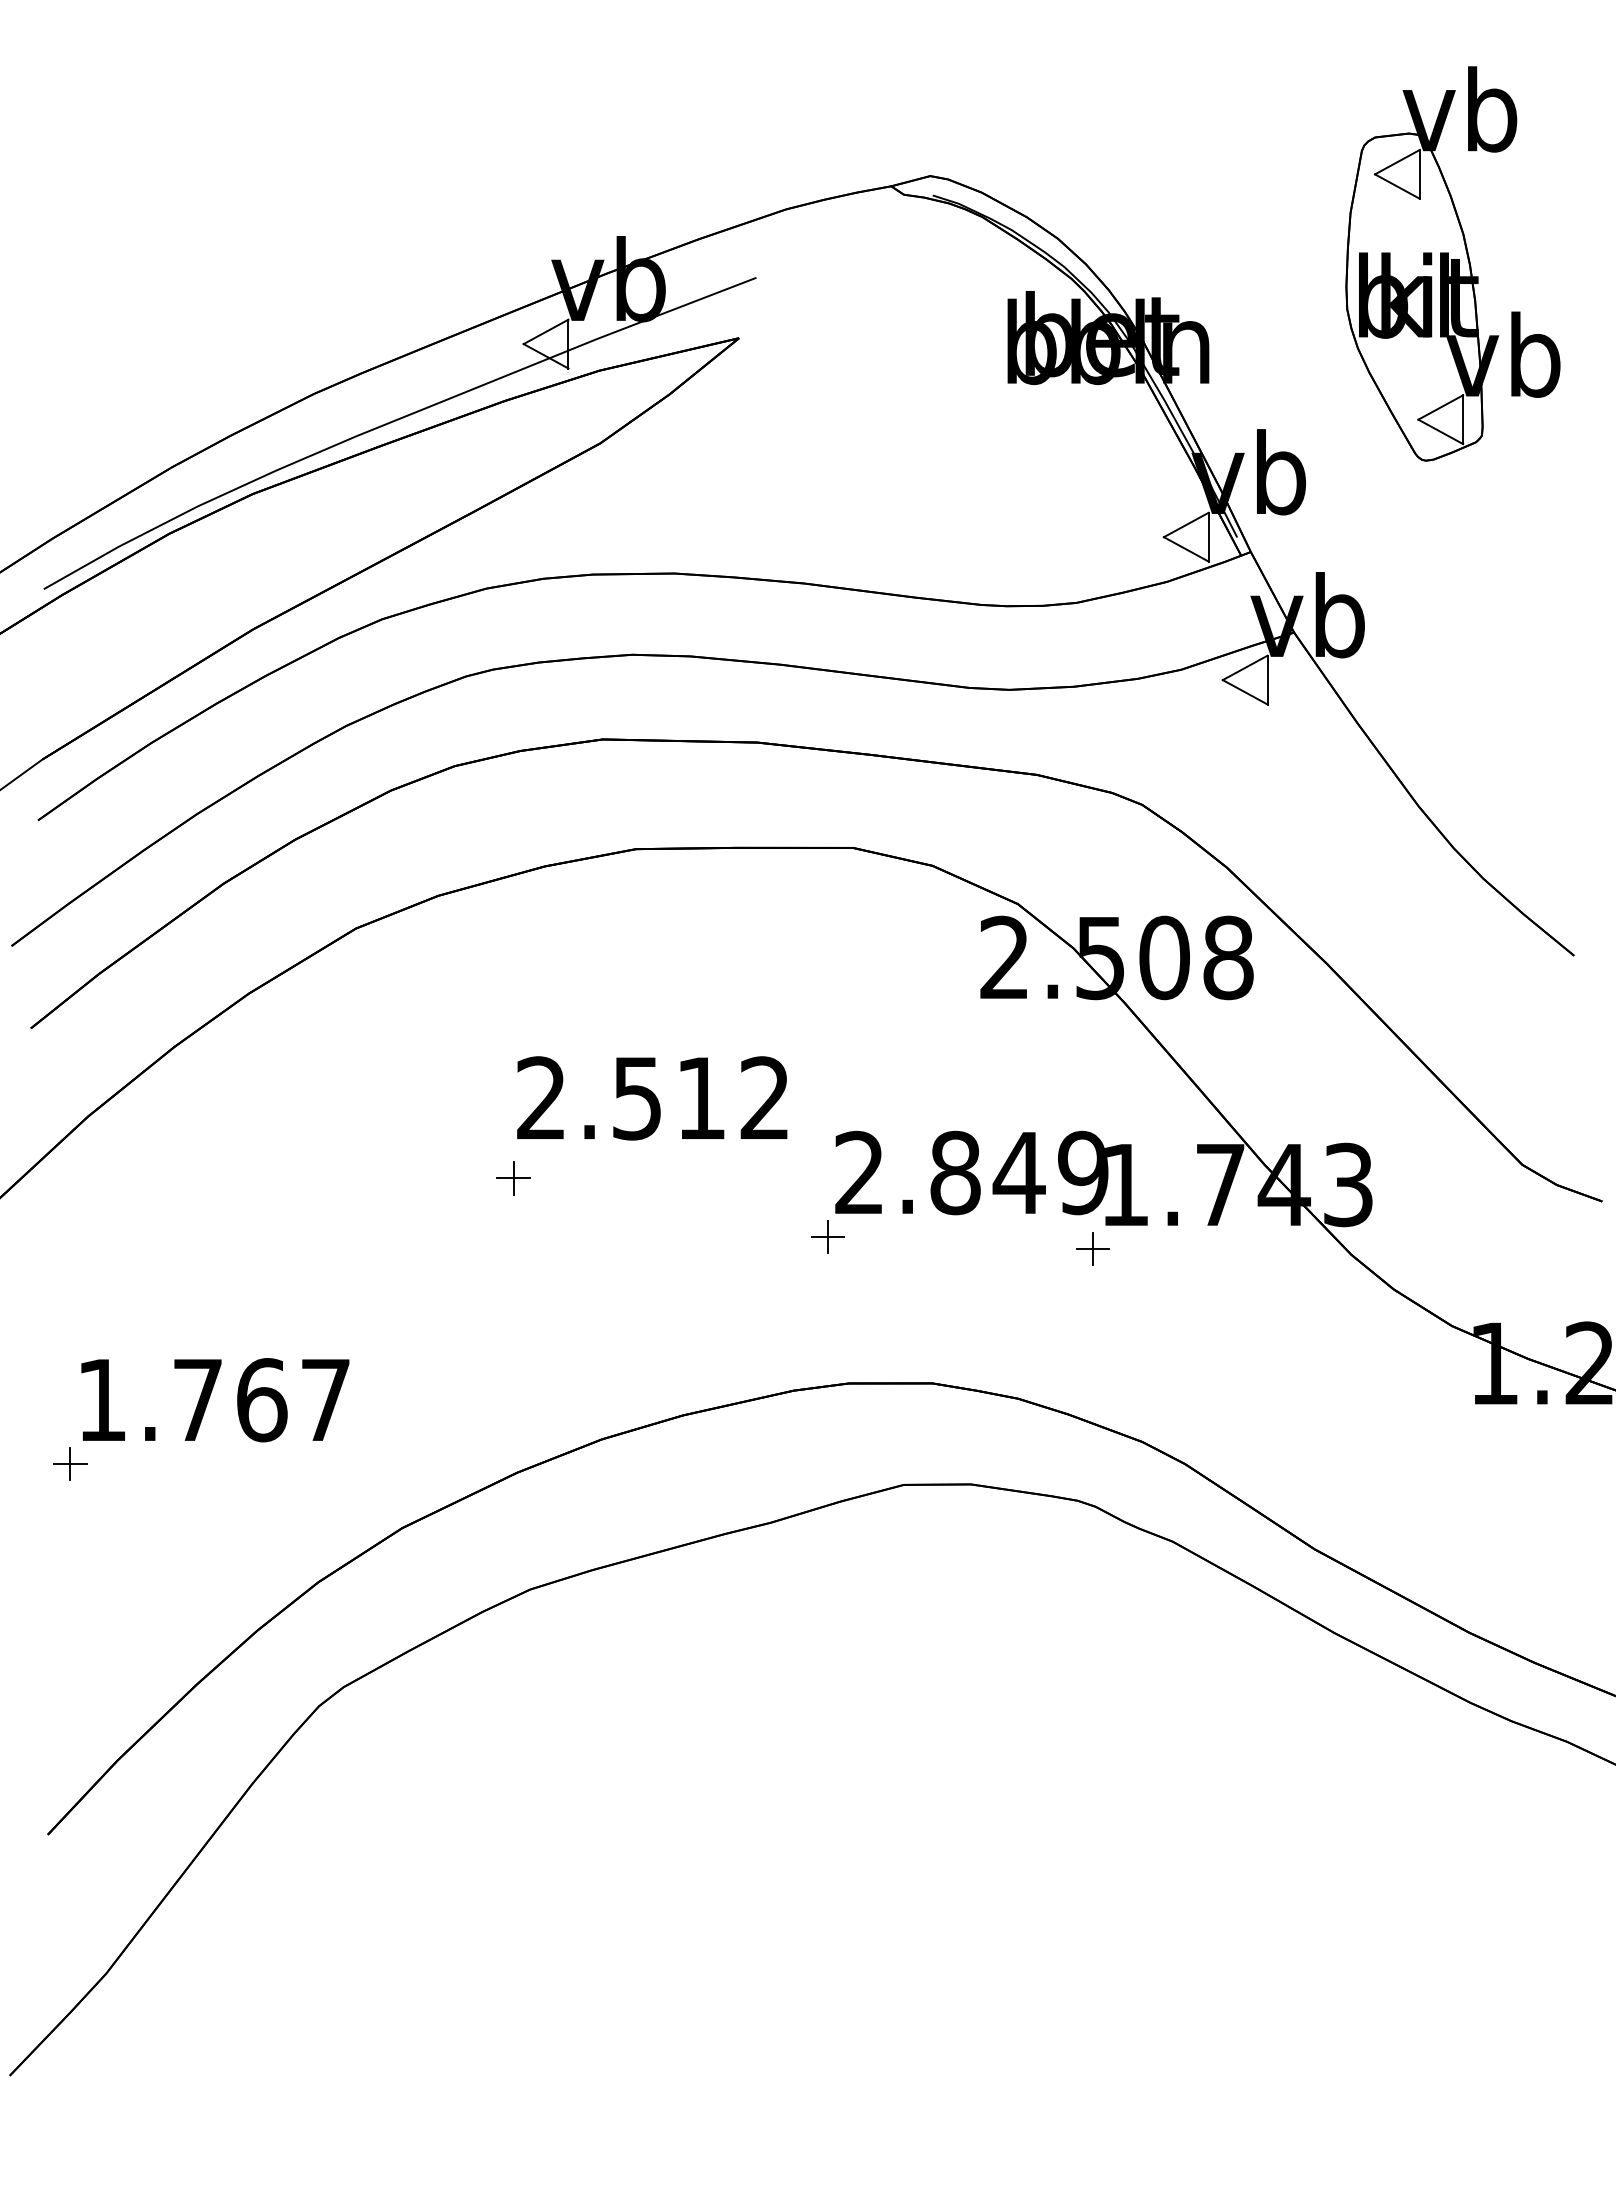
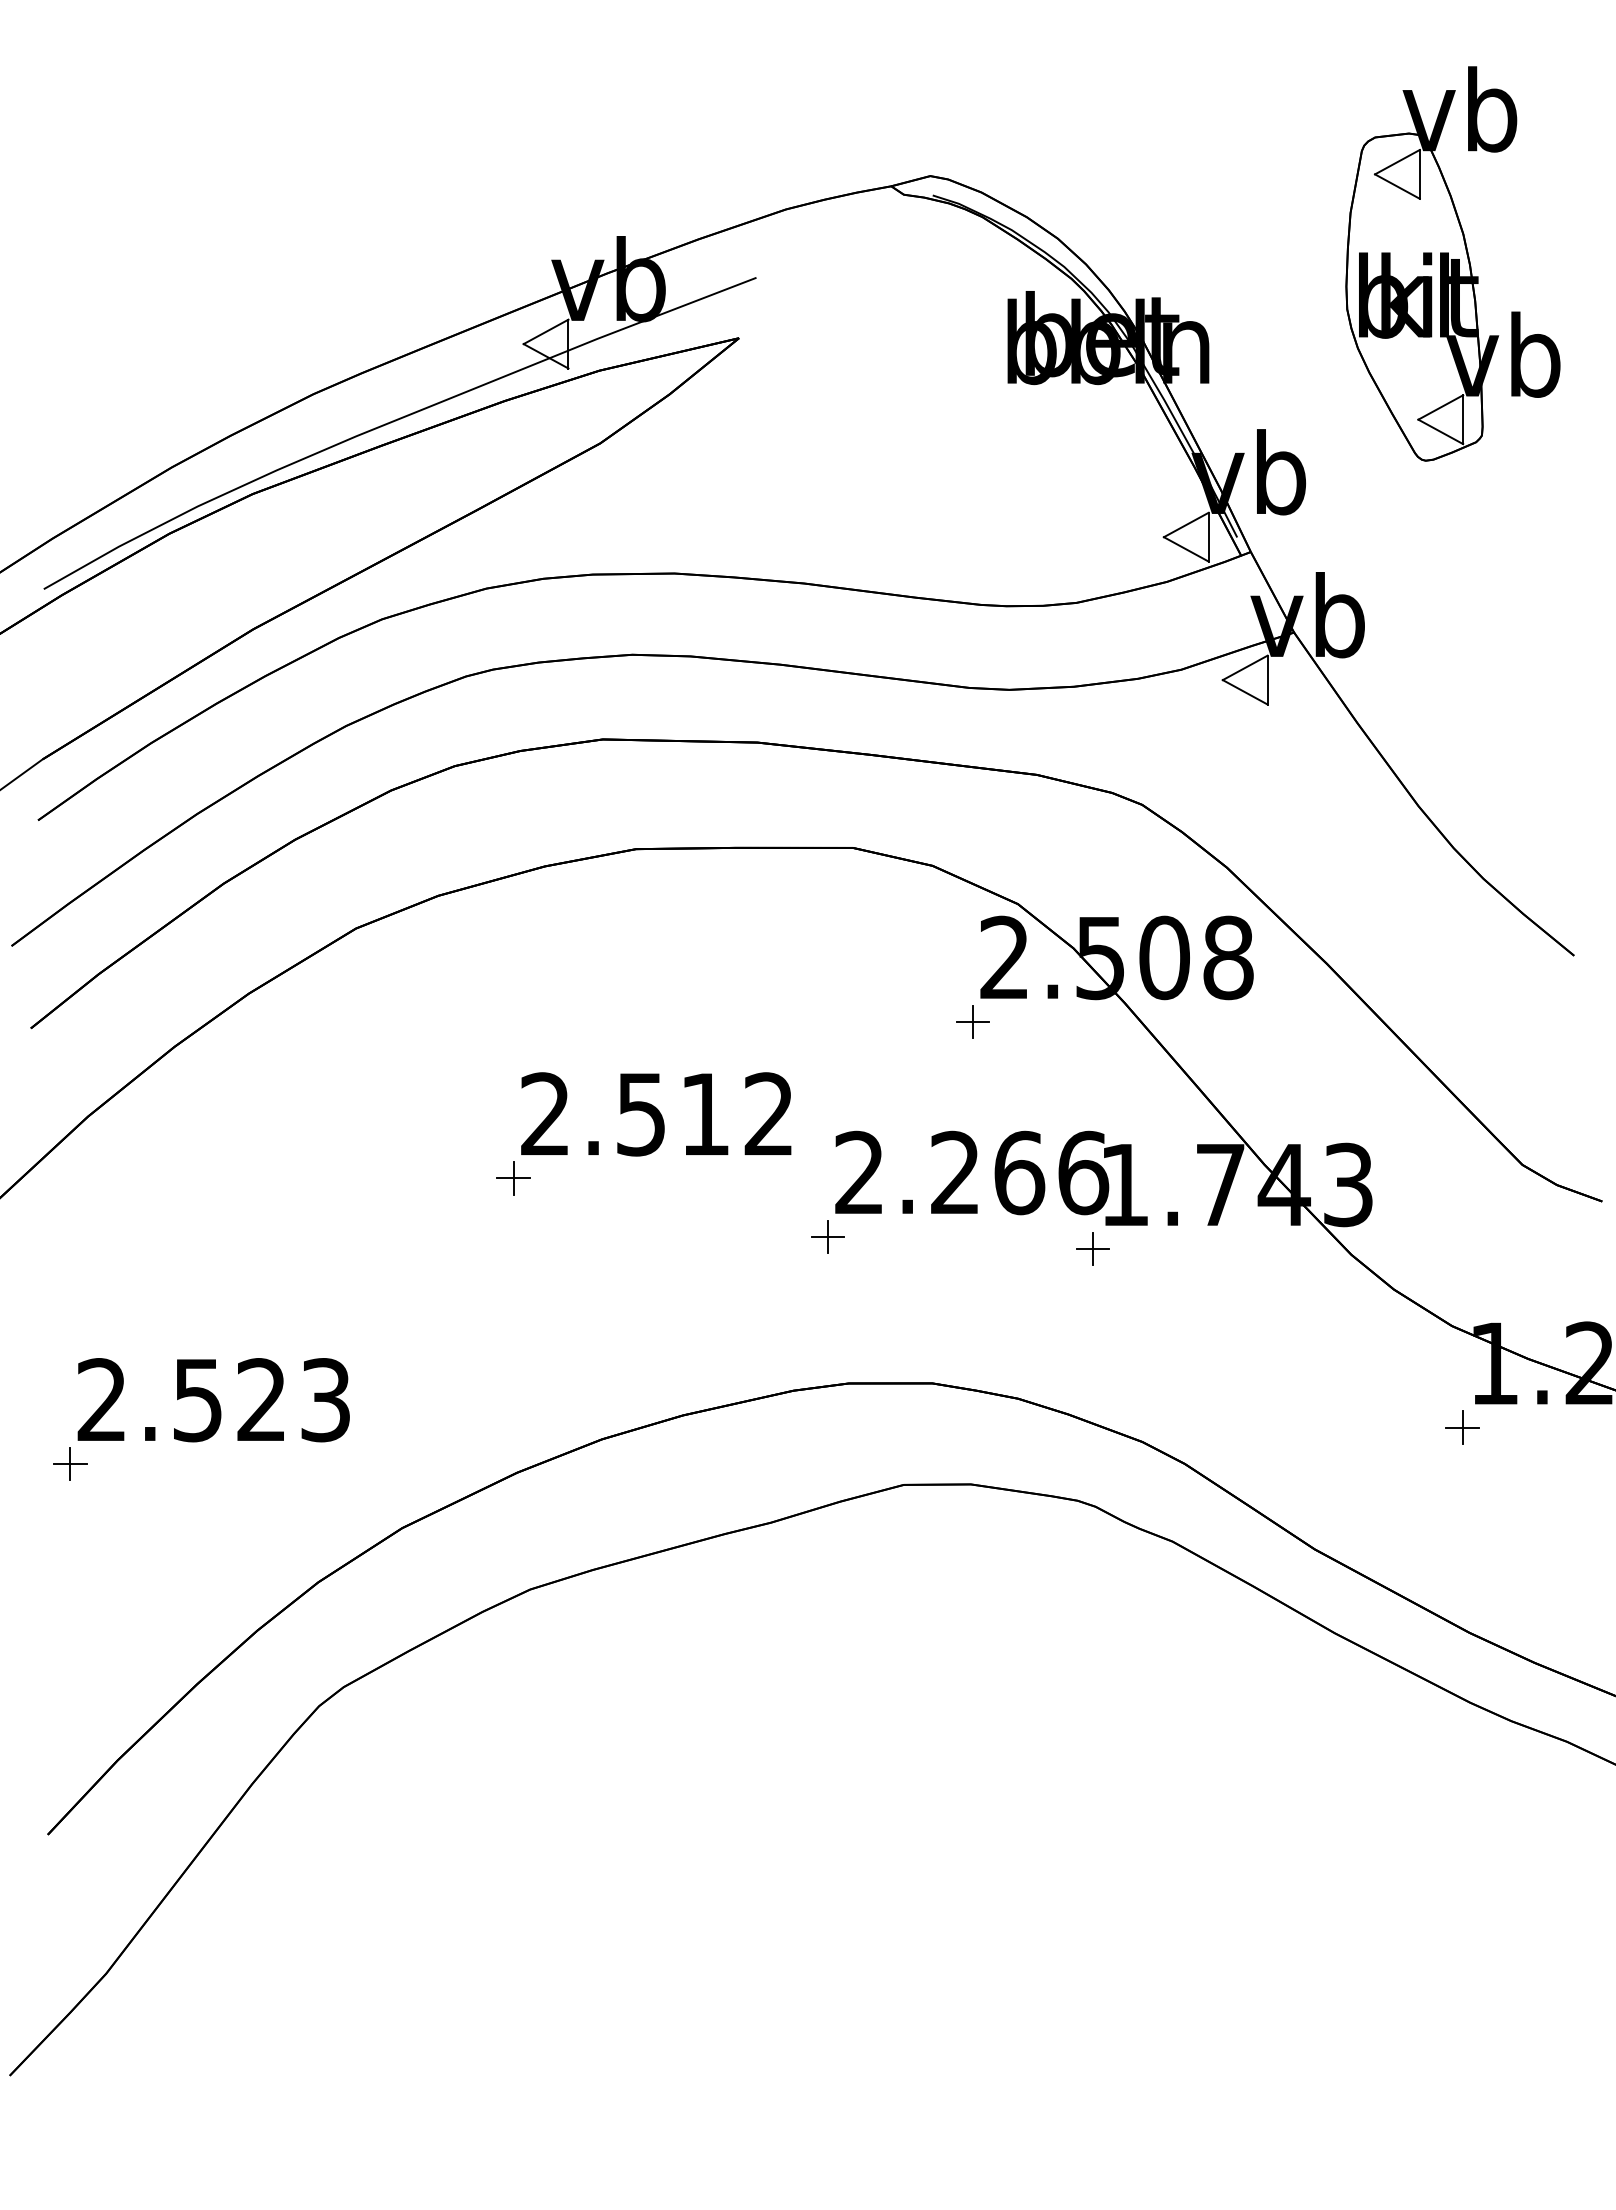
part at (972, 1021): none -> present
text at (652, 1098) position: (652, 1098) -> (656, 1114)
text at (1019, 1172): 2.849 -> 2.266
text at (213, 1400): 1.767 -> 2.523
part at (1462, 1427): none -> present
